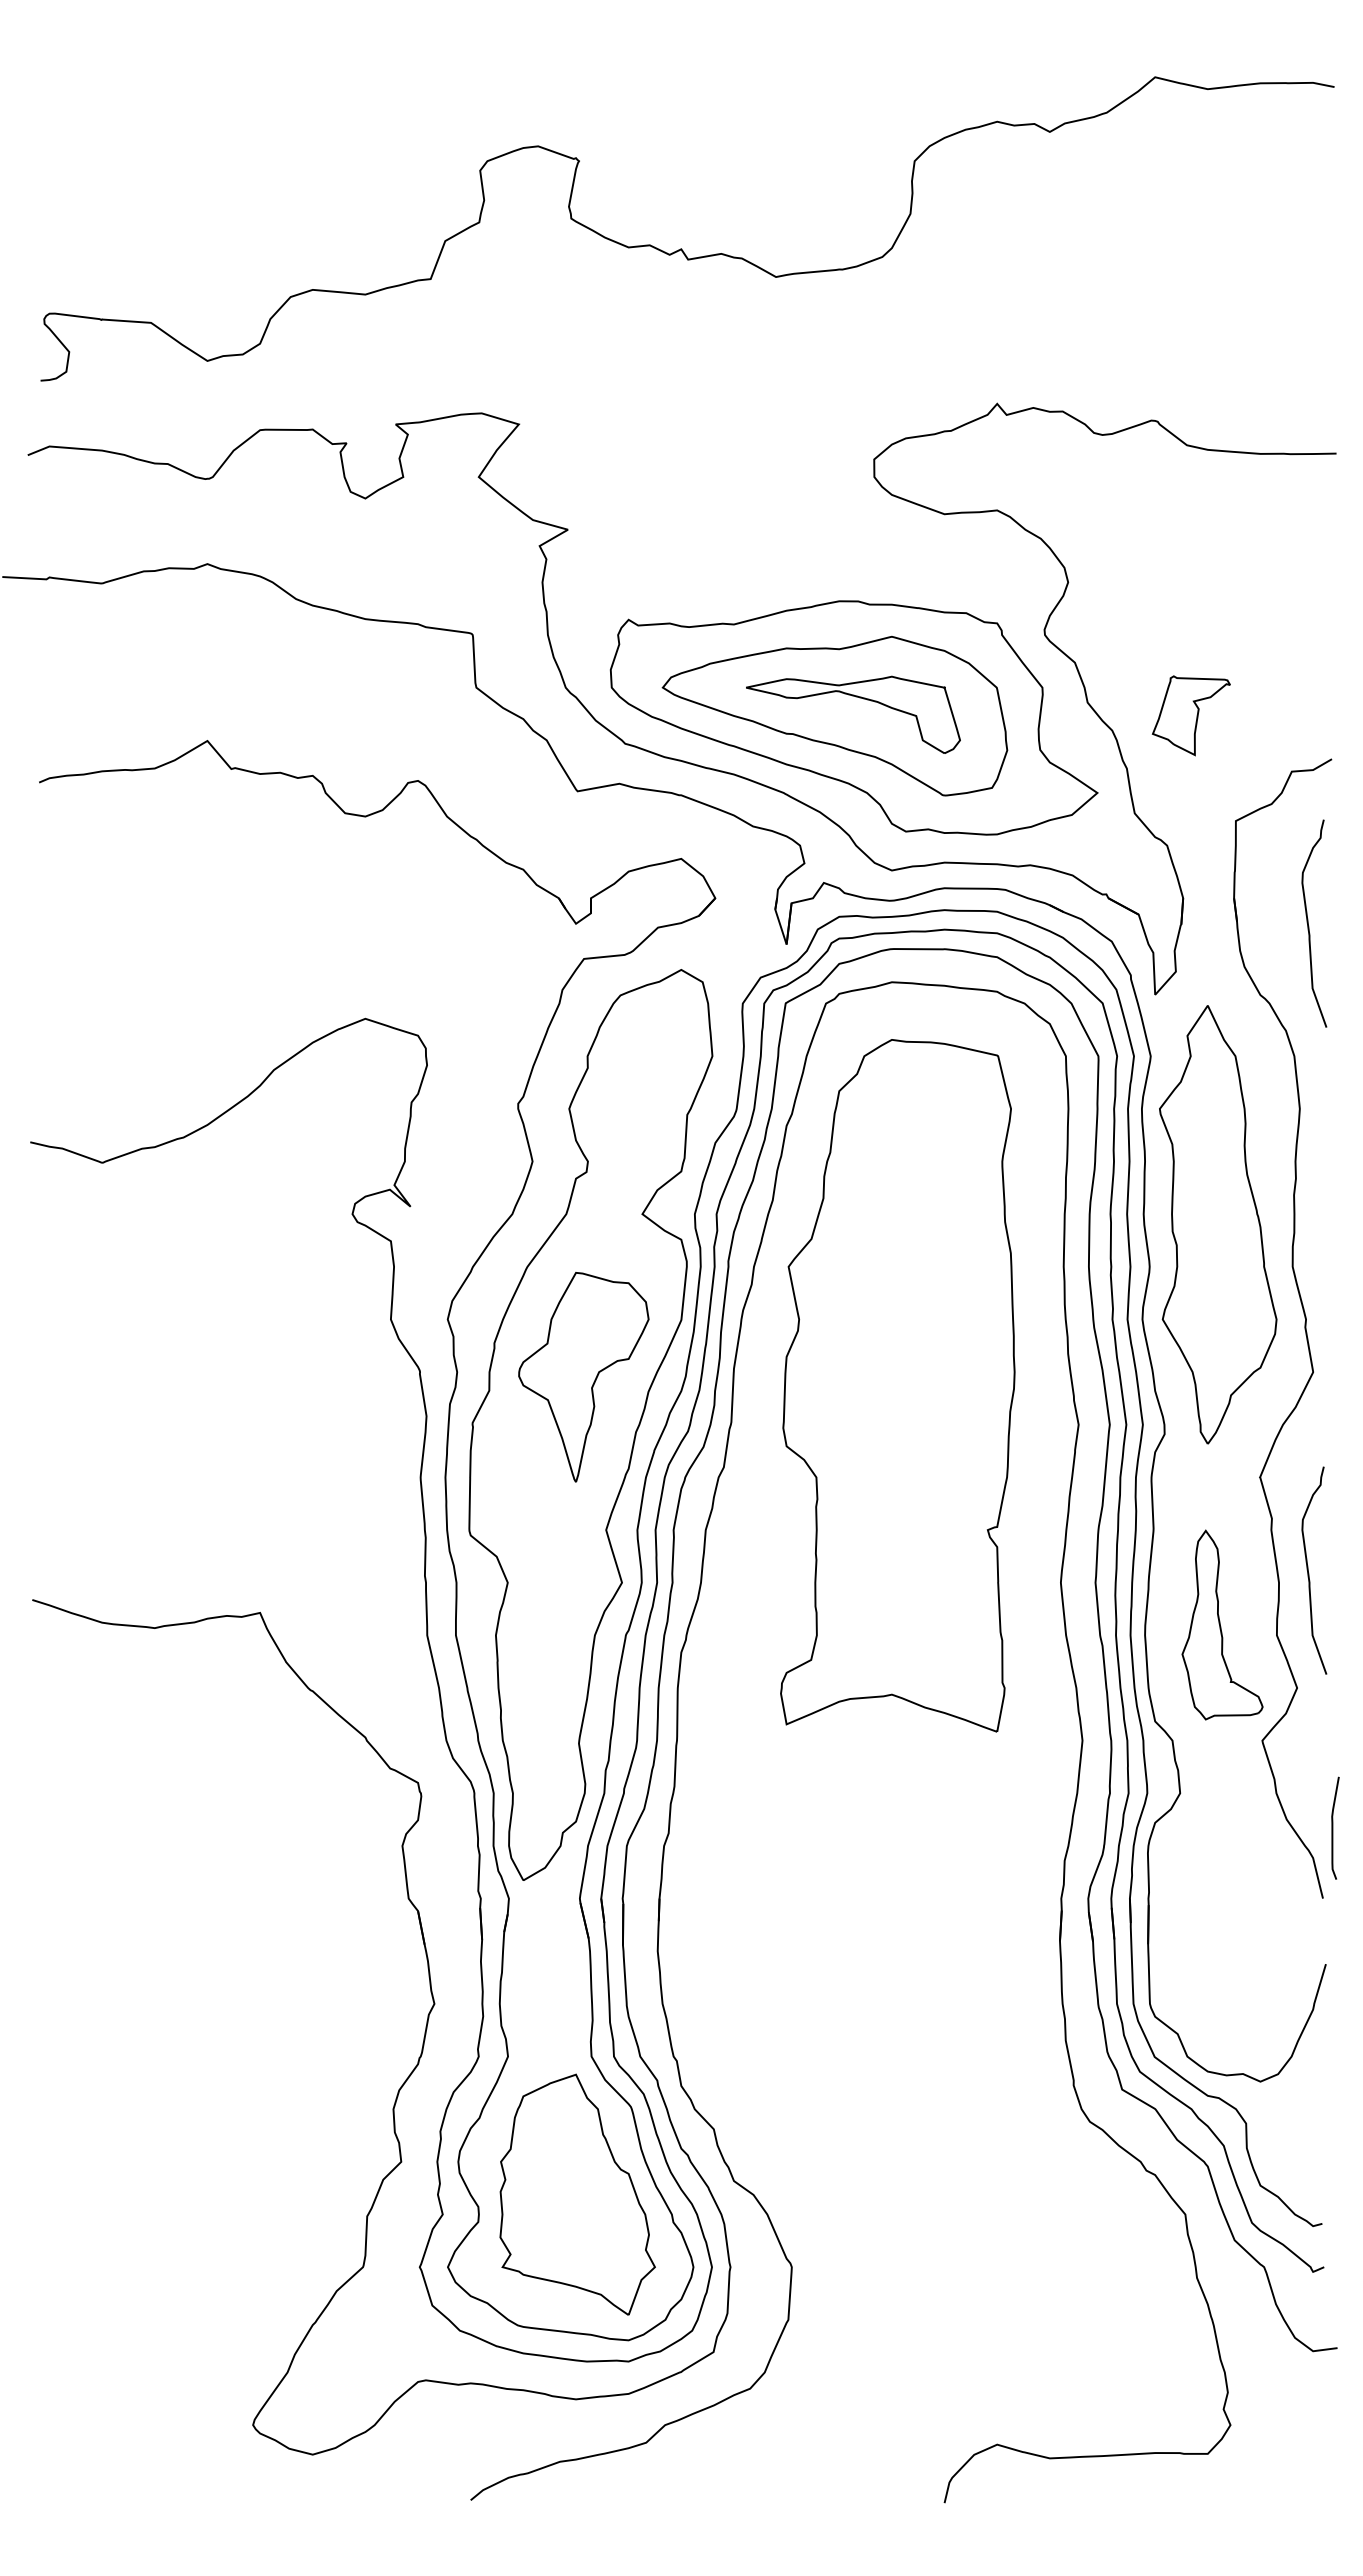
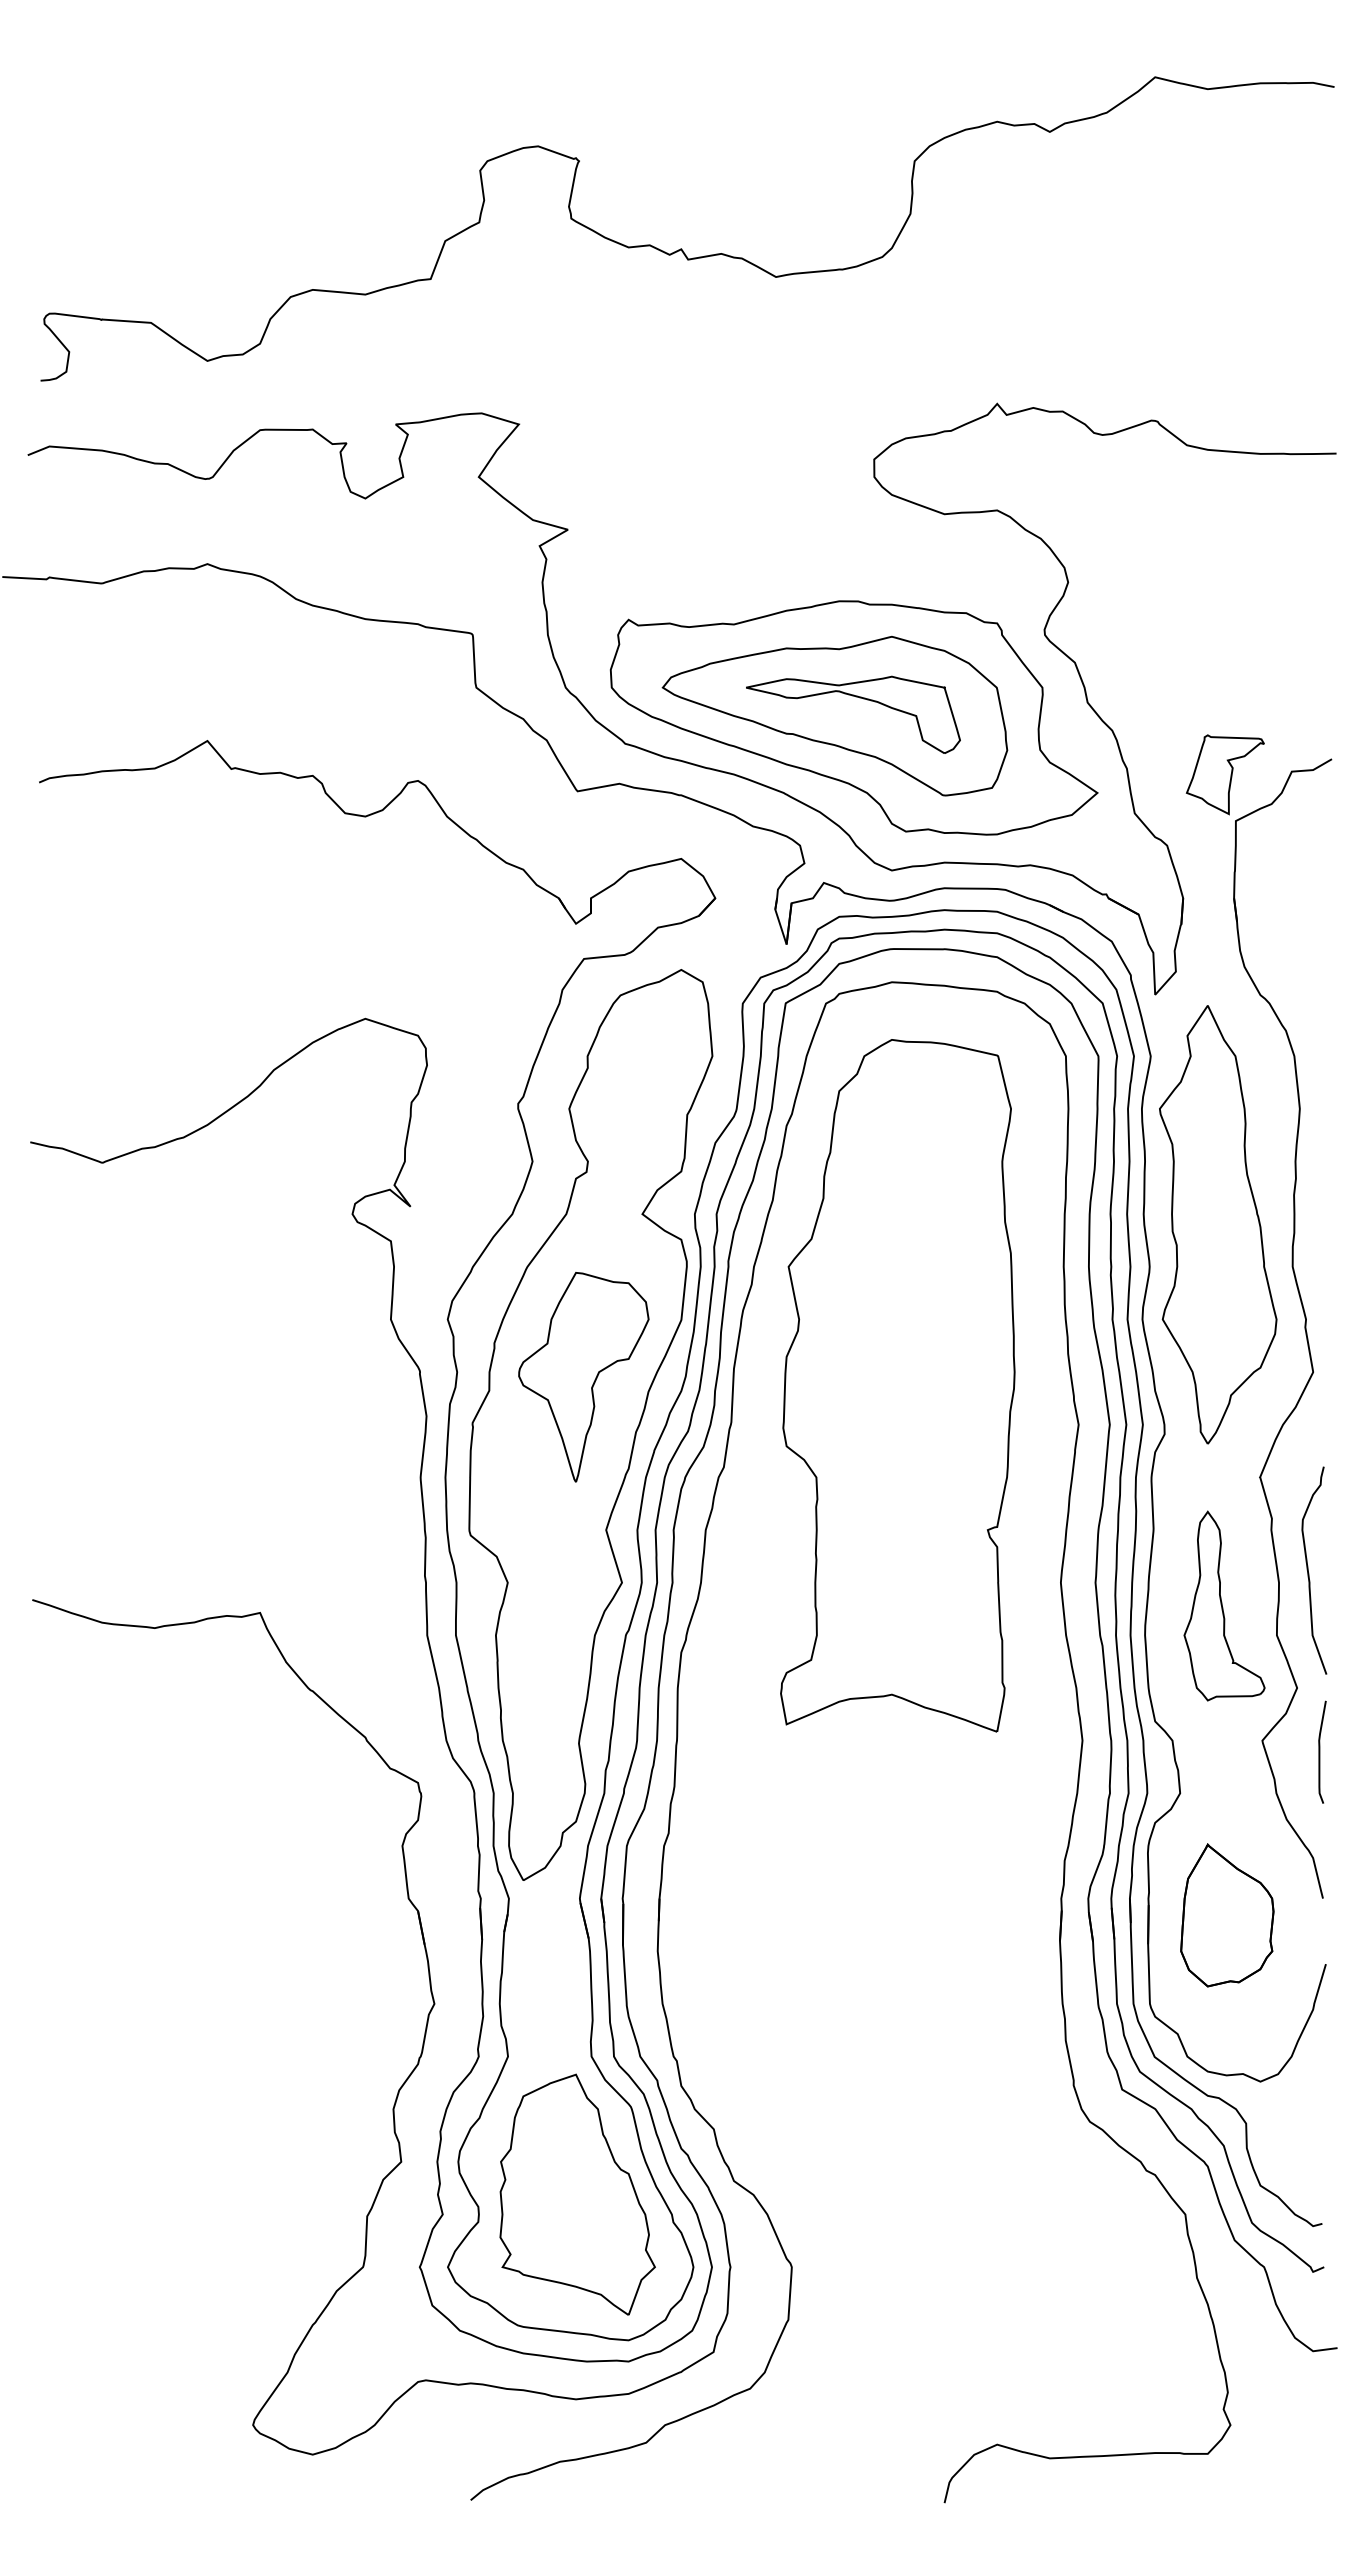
part at (1190, 715) position: (1190, 715) -> (1224, 774)
curve at (1309, 926): present -> none
part at (1222, 1624) position: (1222, 1624) -> (1224, 1605)
curve at (1333, 1827) position: (1333, 1827) -> (1320, 1751)
part at (1227, 1915): none -> present
